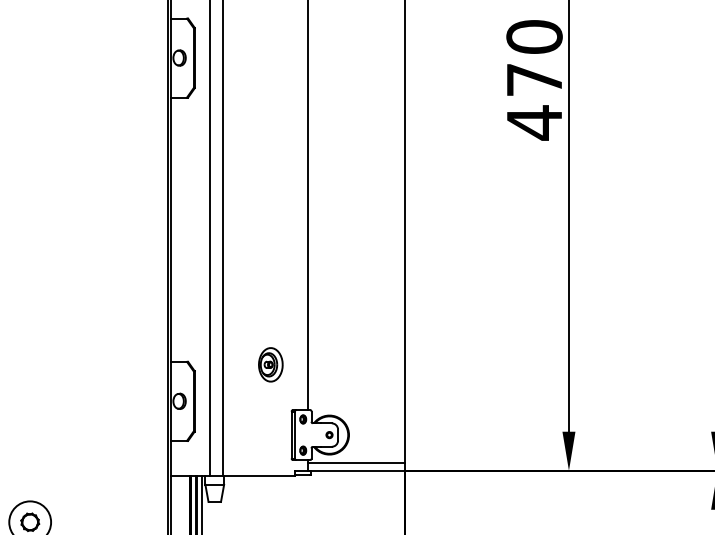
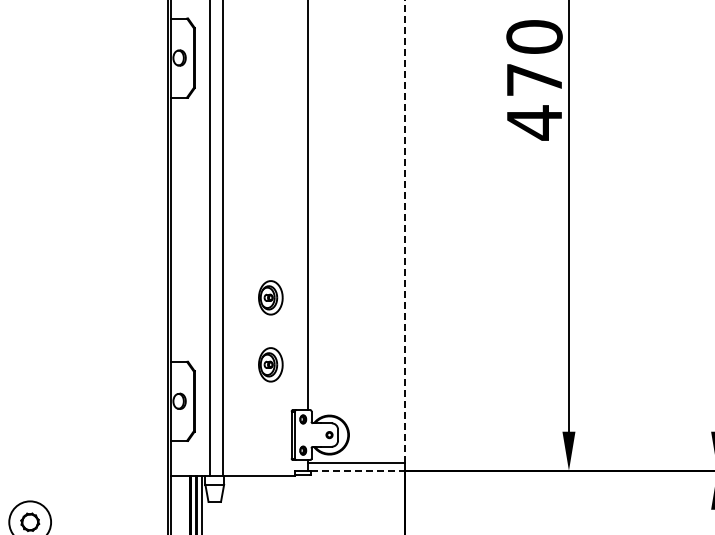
line at (404, 231): solid -> dashed
part at (270, 297): none -> present
line at (358, 470): solid -> dashed
